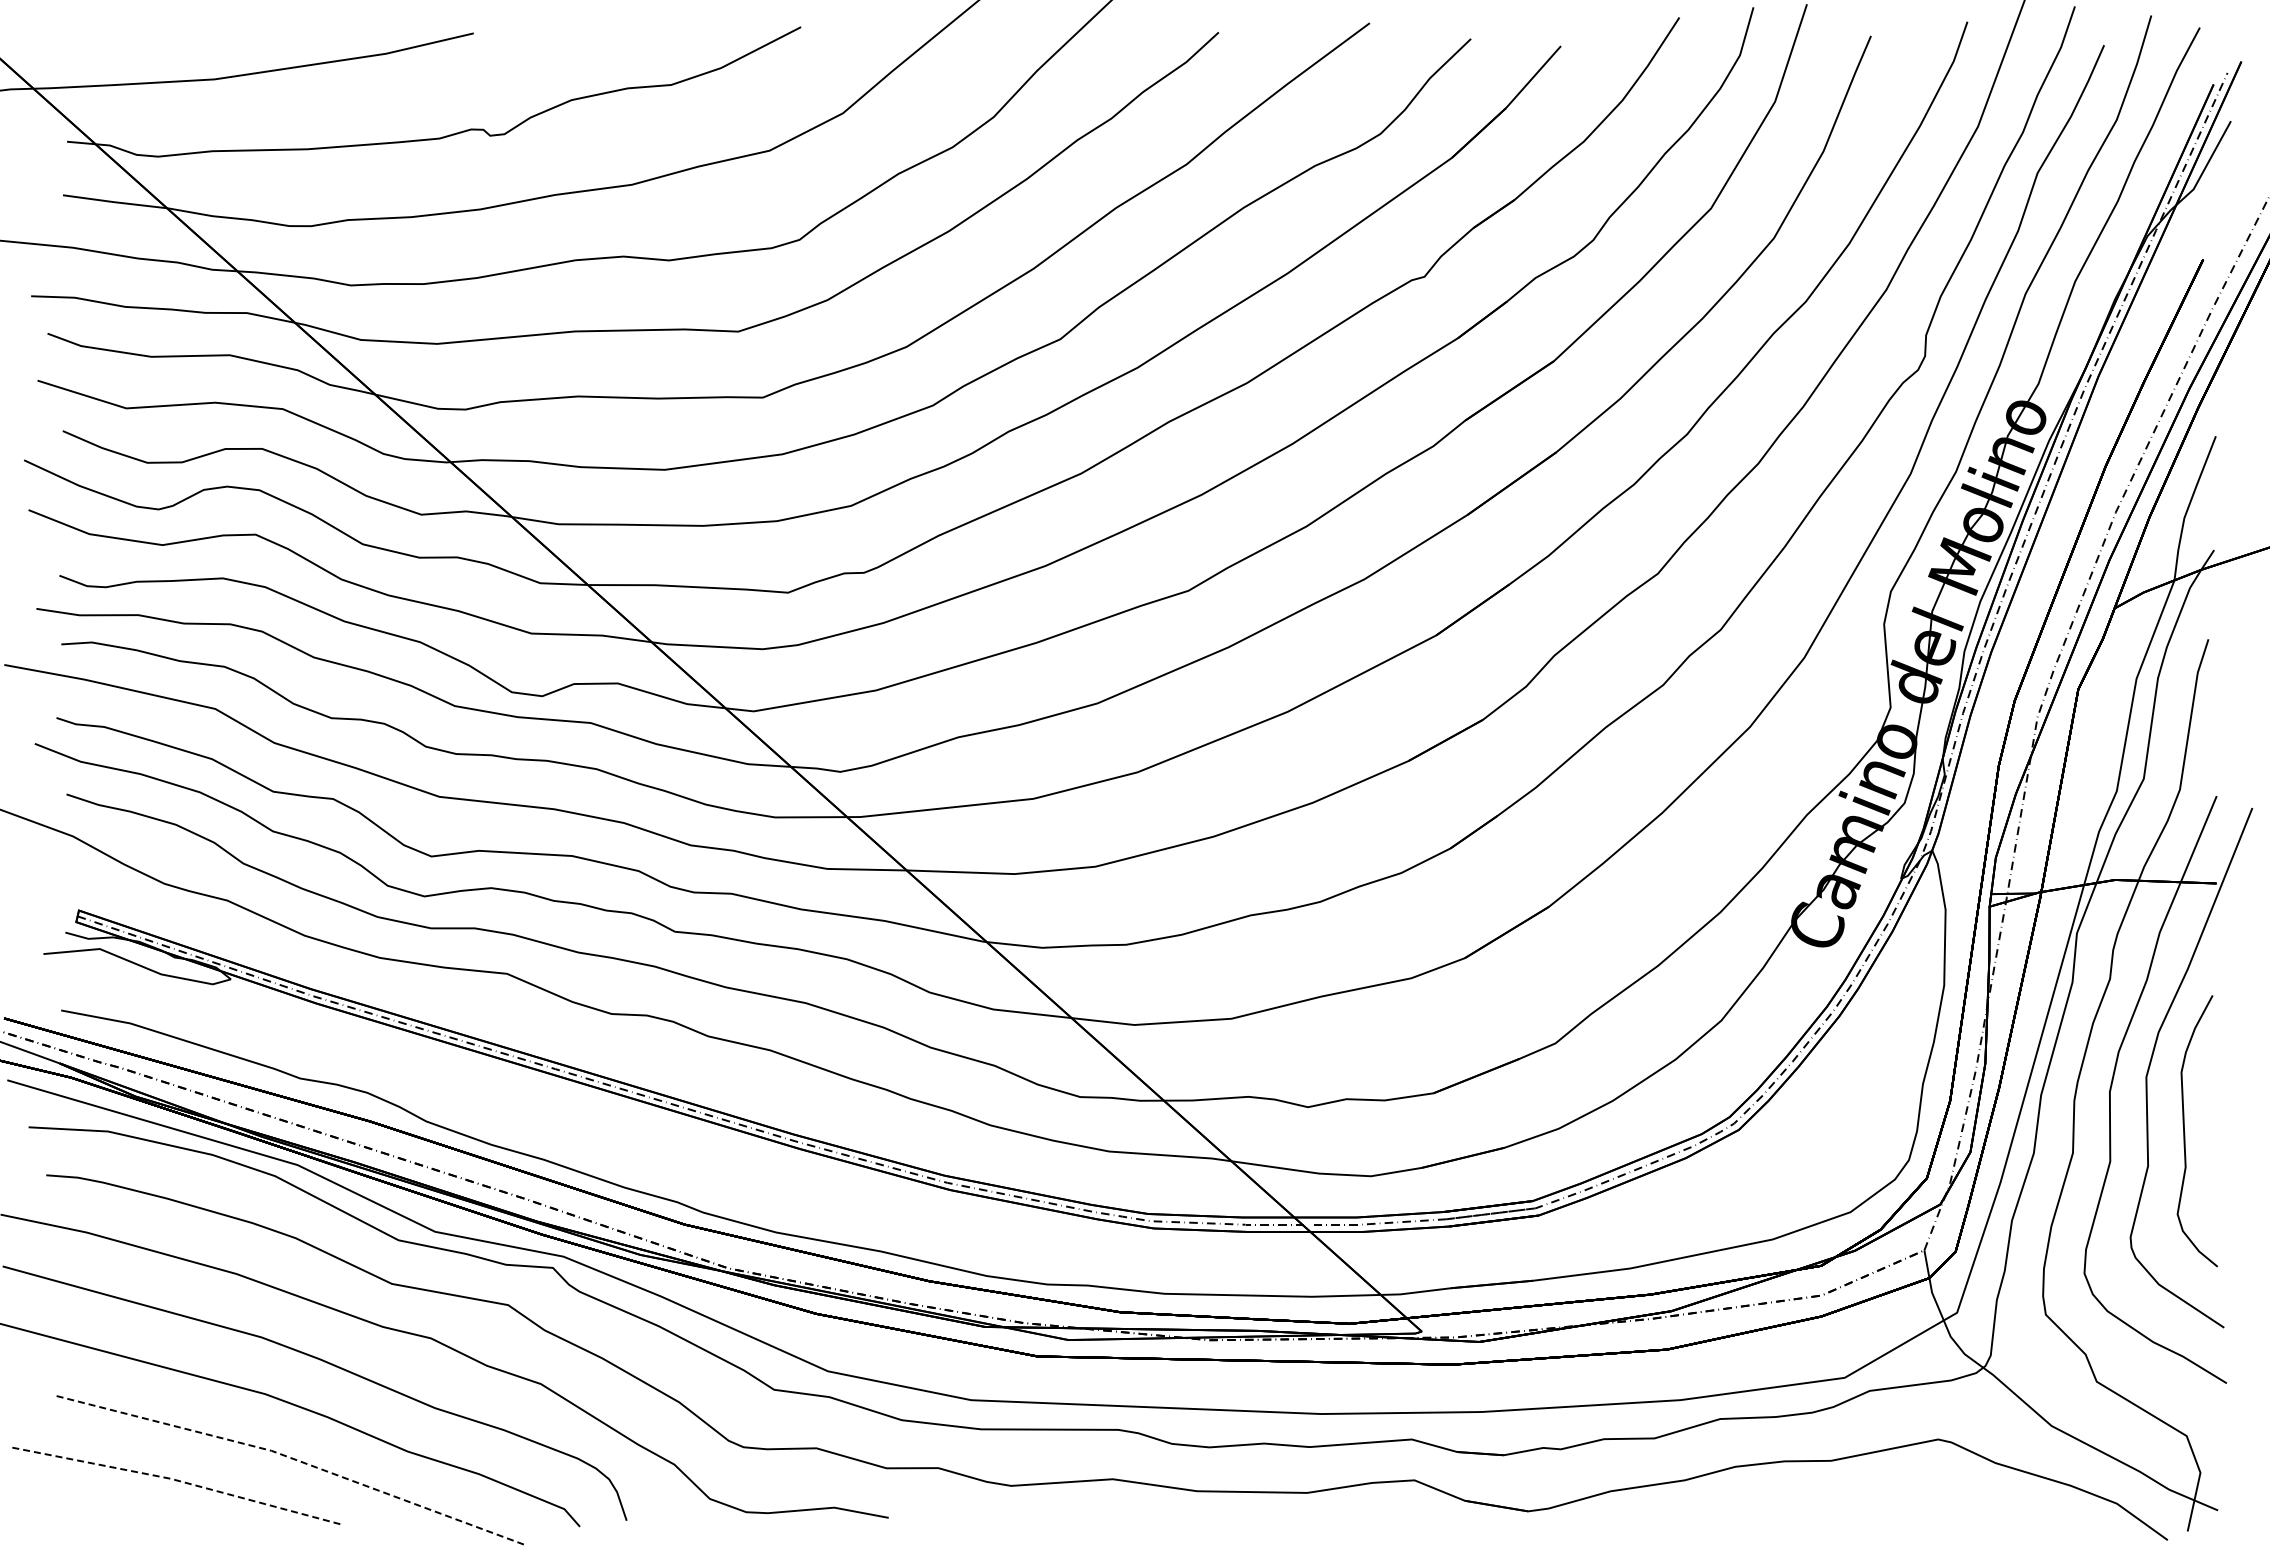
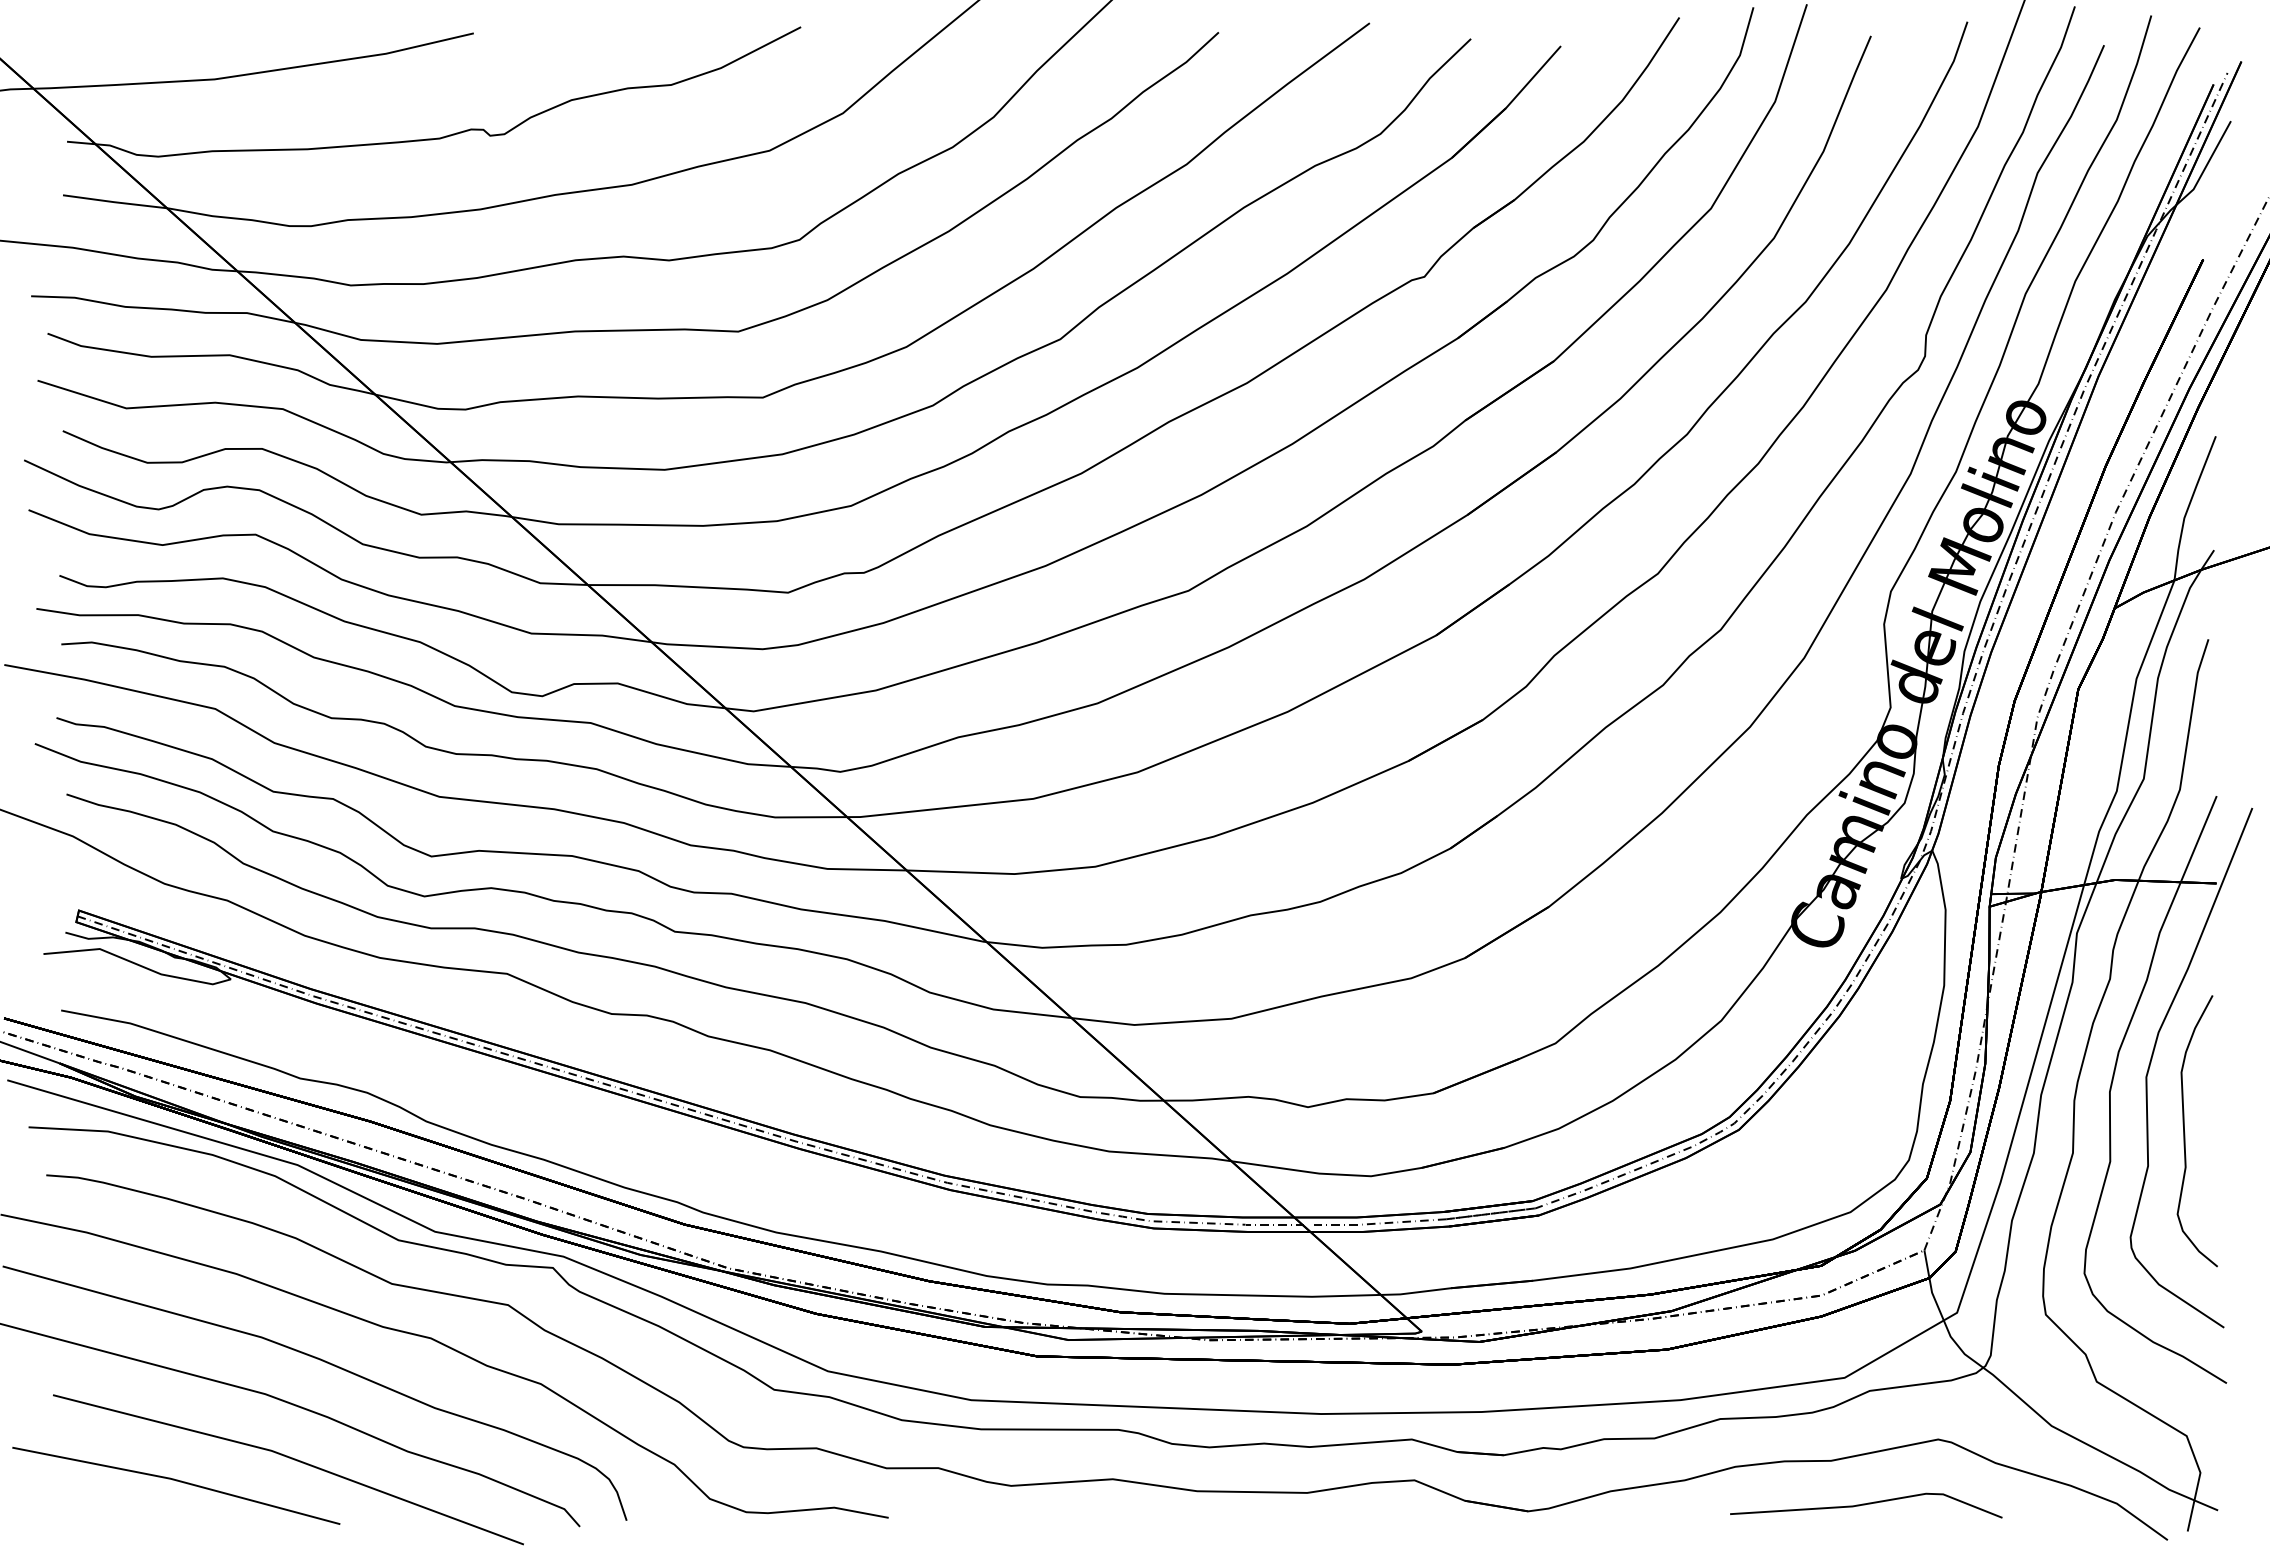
line at (291, 1458): dashed -> solid
line at (176, 1480): dashed -> solid
line at (1866, 1504): none -> present
